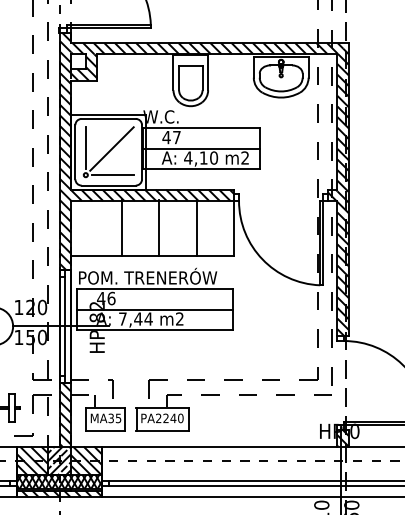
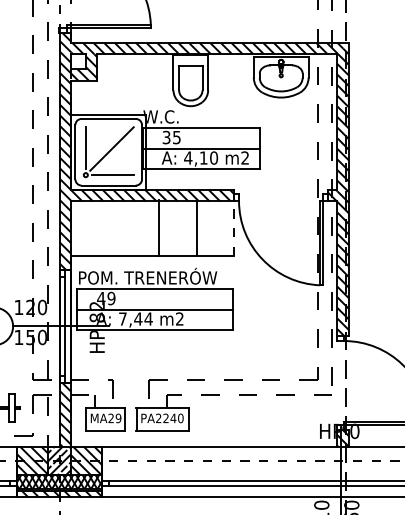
text at (171, 137): 47 -> 35
line at (121, 227): present -> none
line at (234, 227): solid -> dashed
text at (111, 298): 46 -> 49
text at (114, 418): MA35 -> MA29
